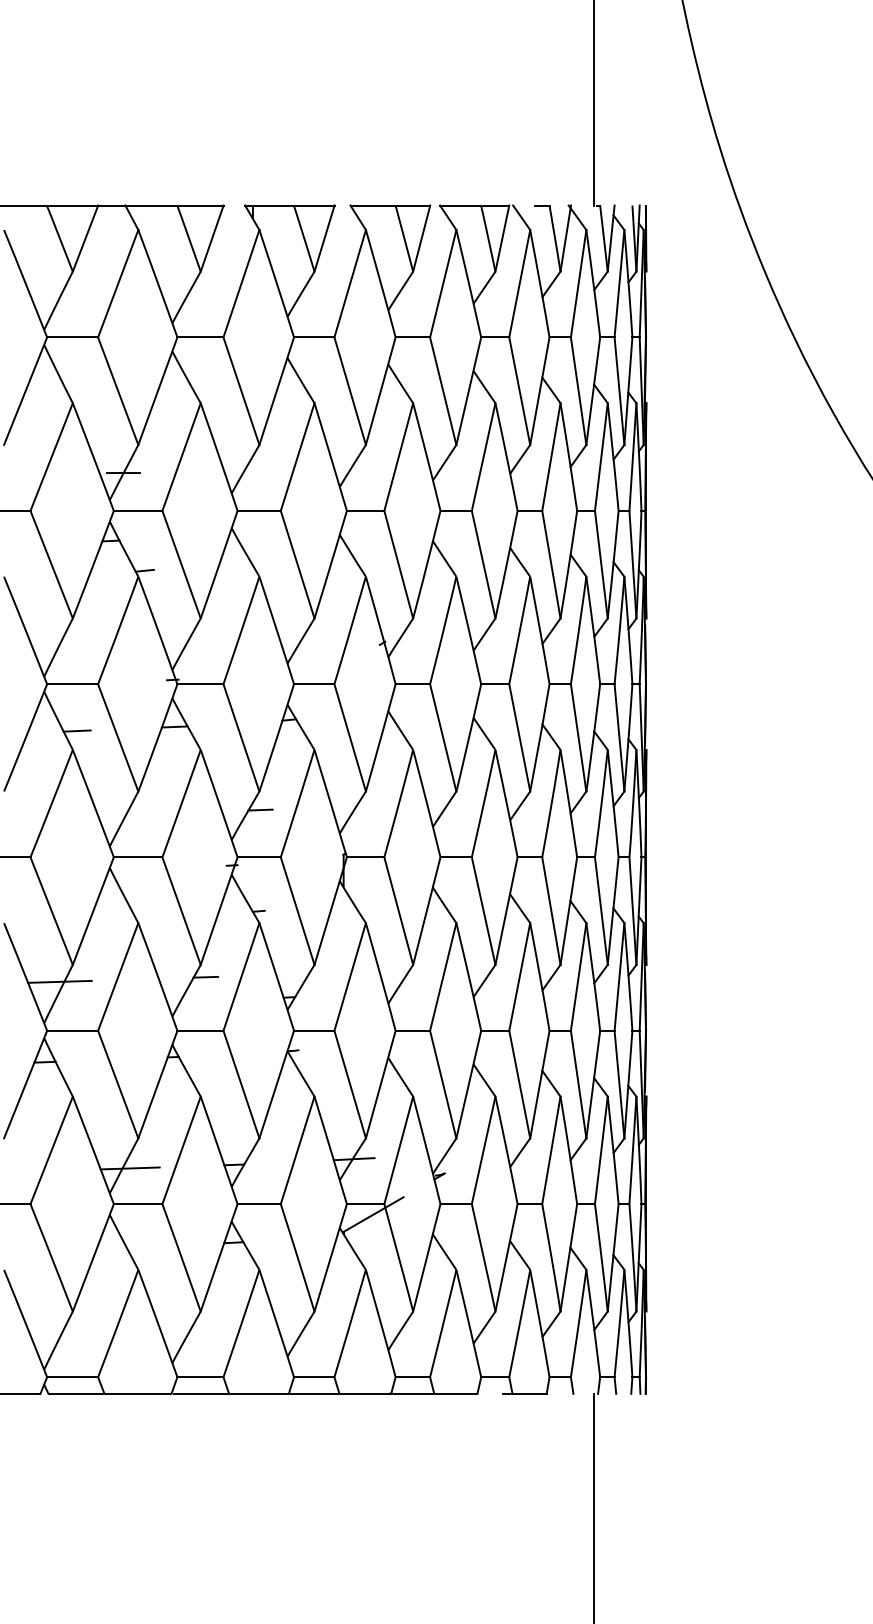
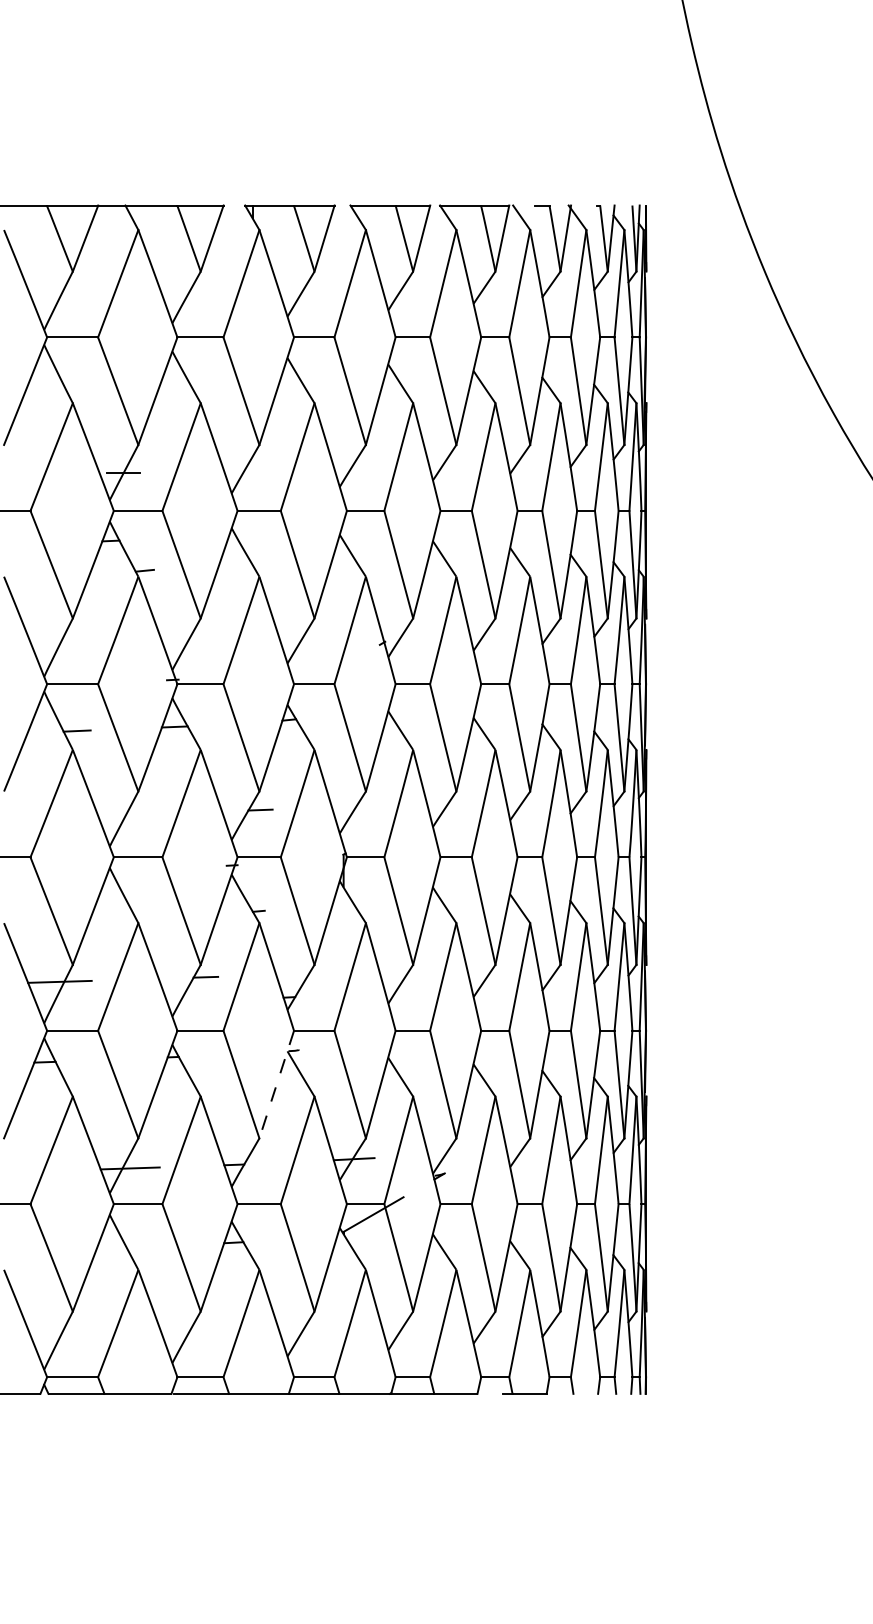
line at (594, 103): present -> none
line at (276, 1085): solid -> dashed
line at (594, 1506): present -> none
